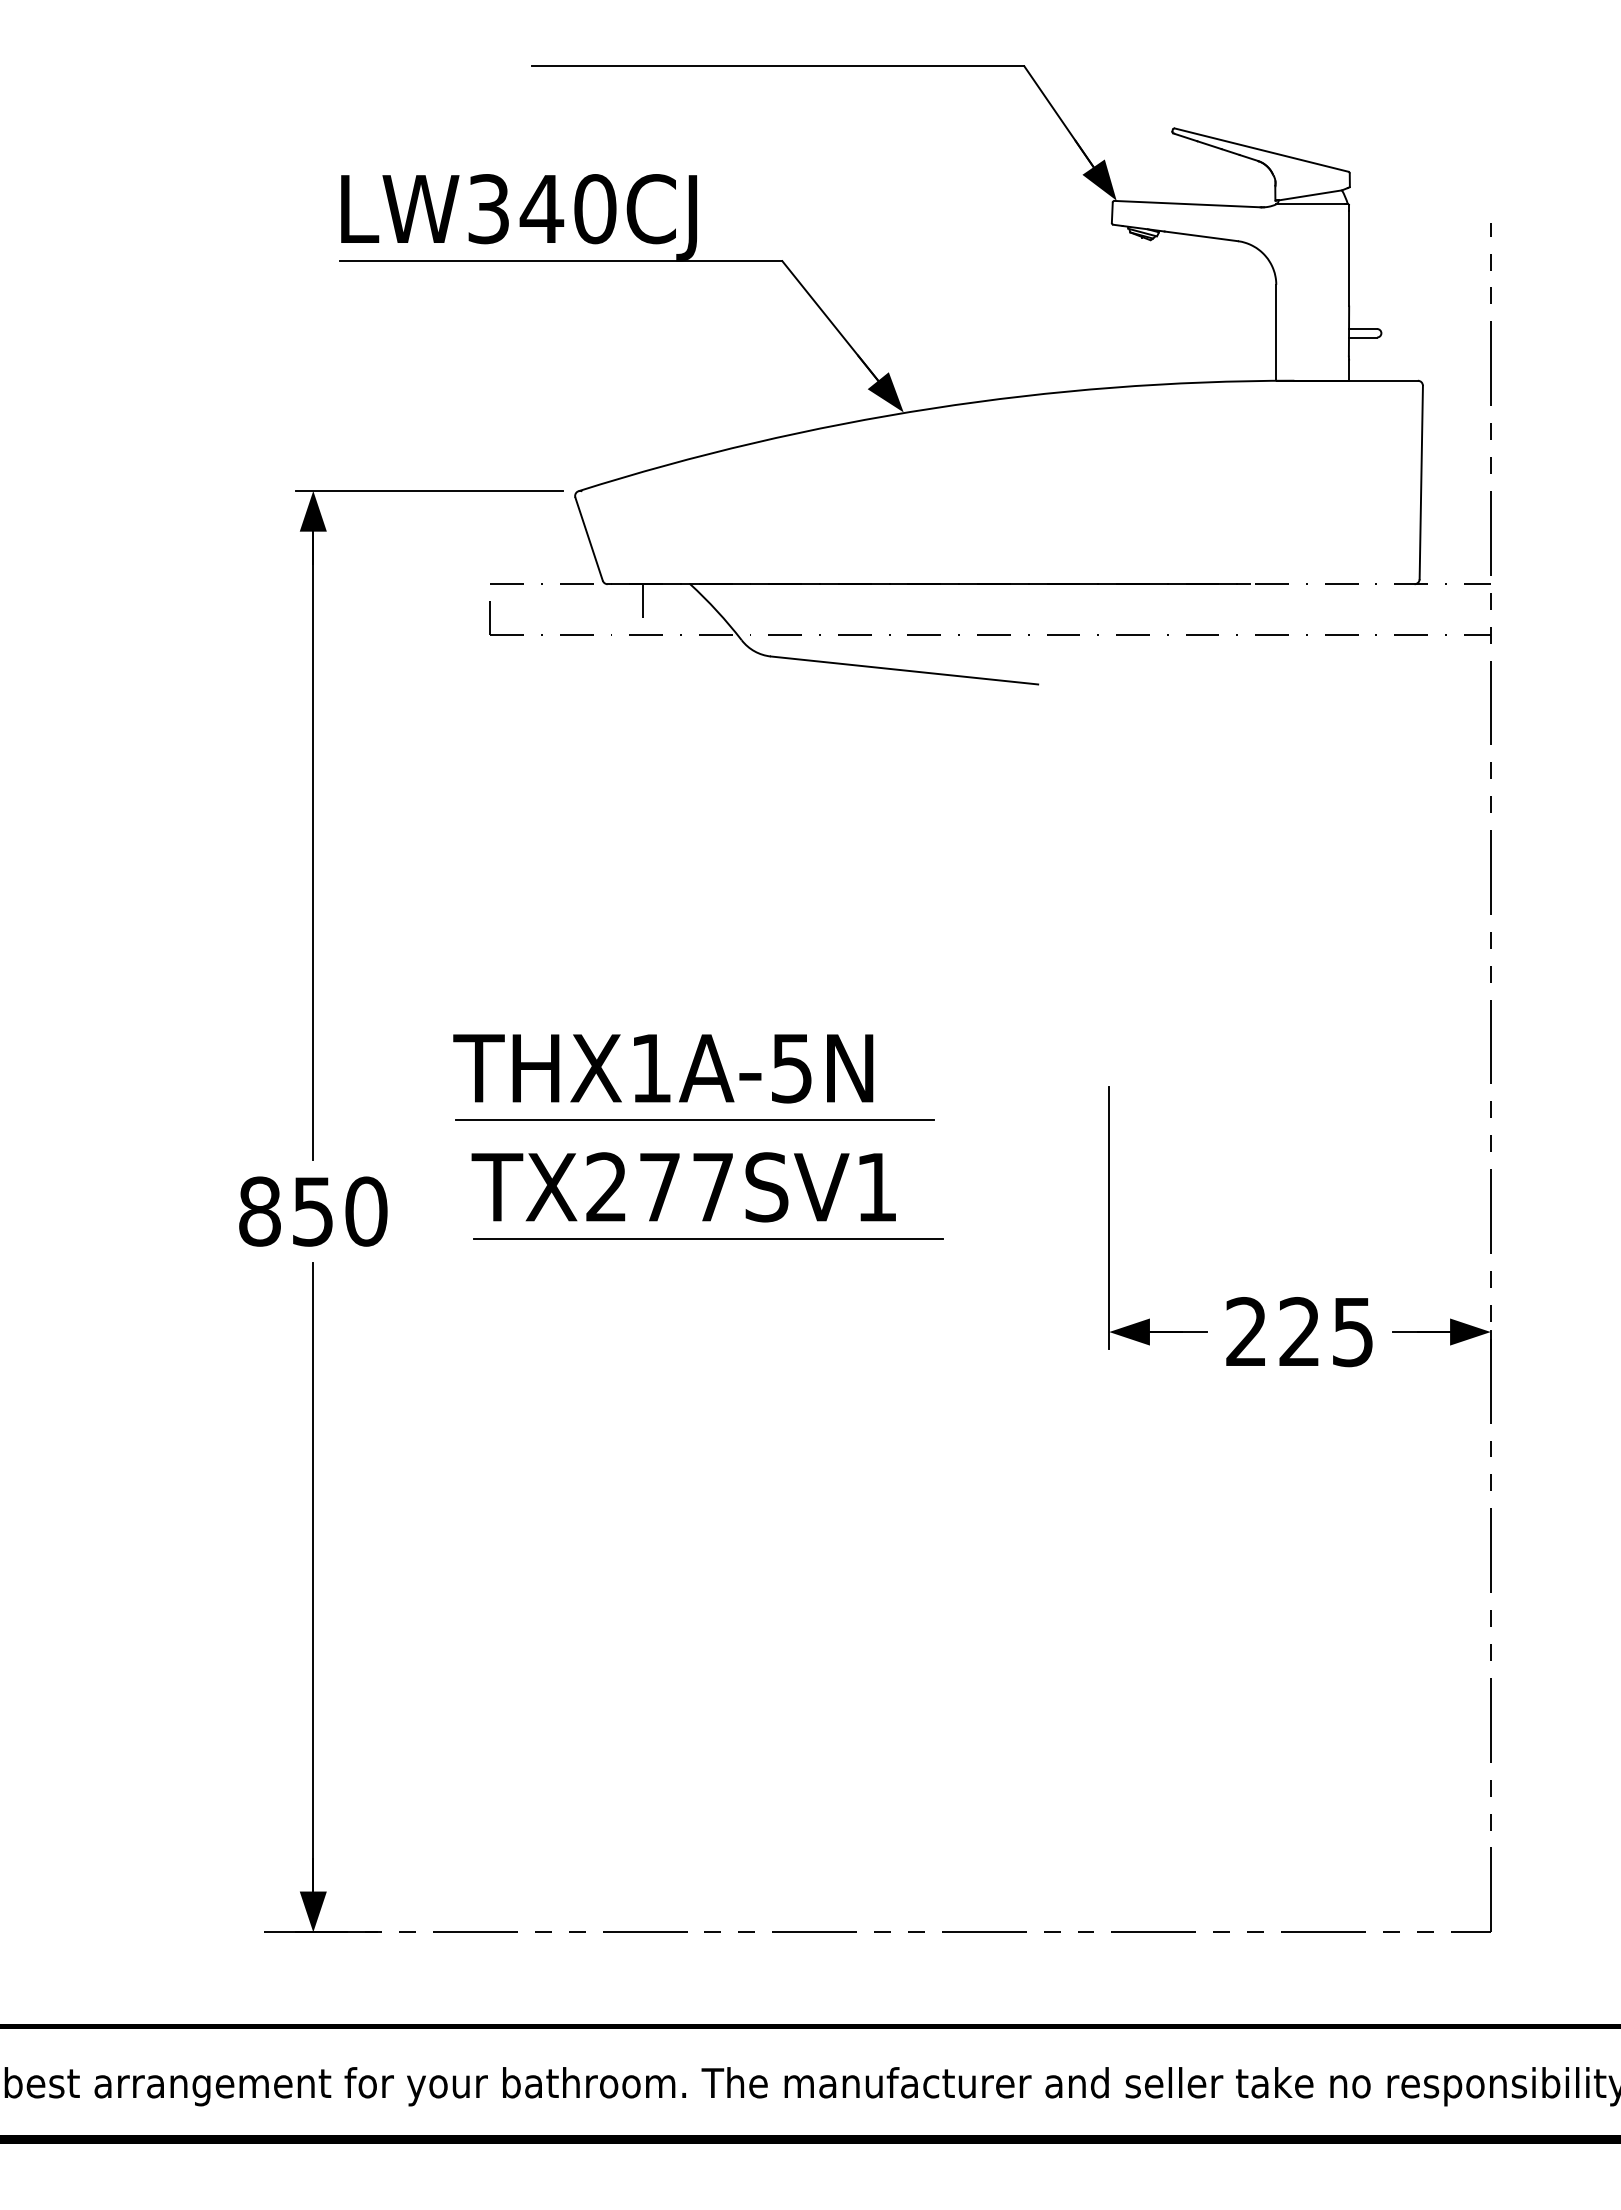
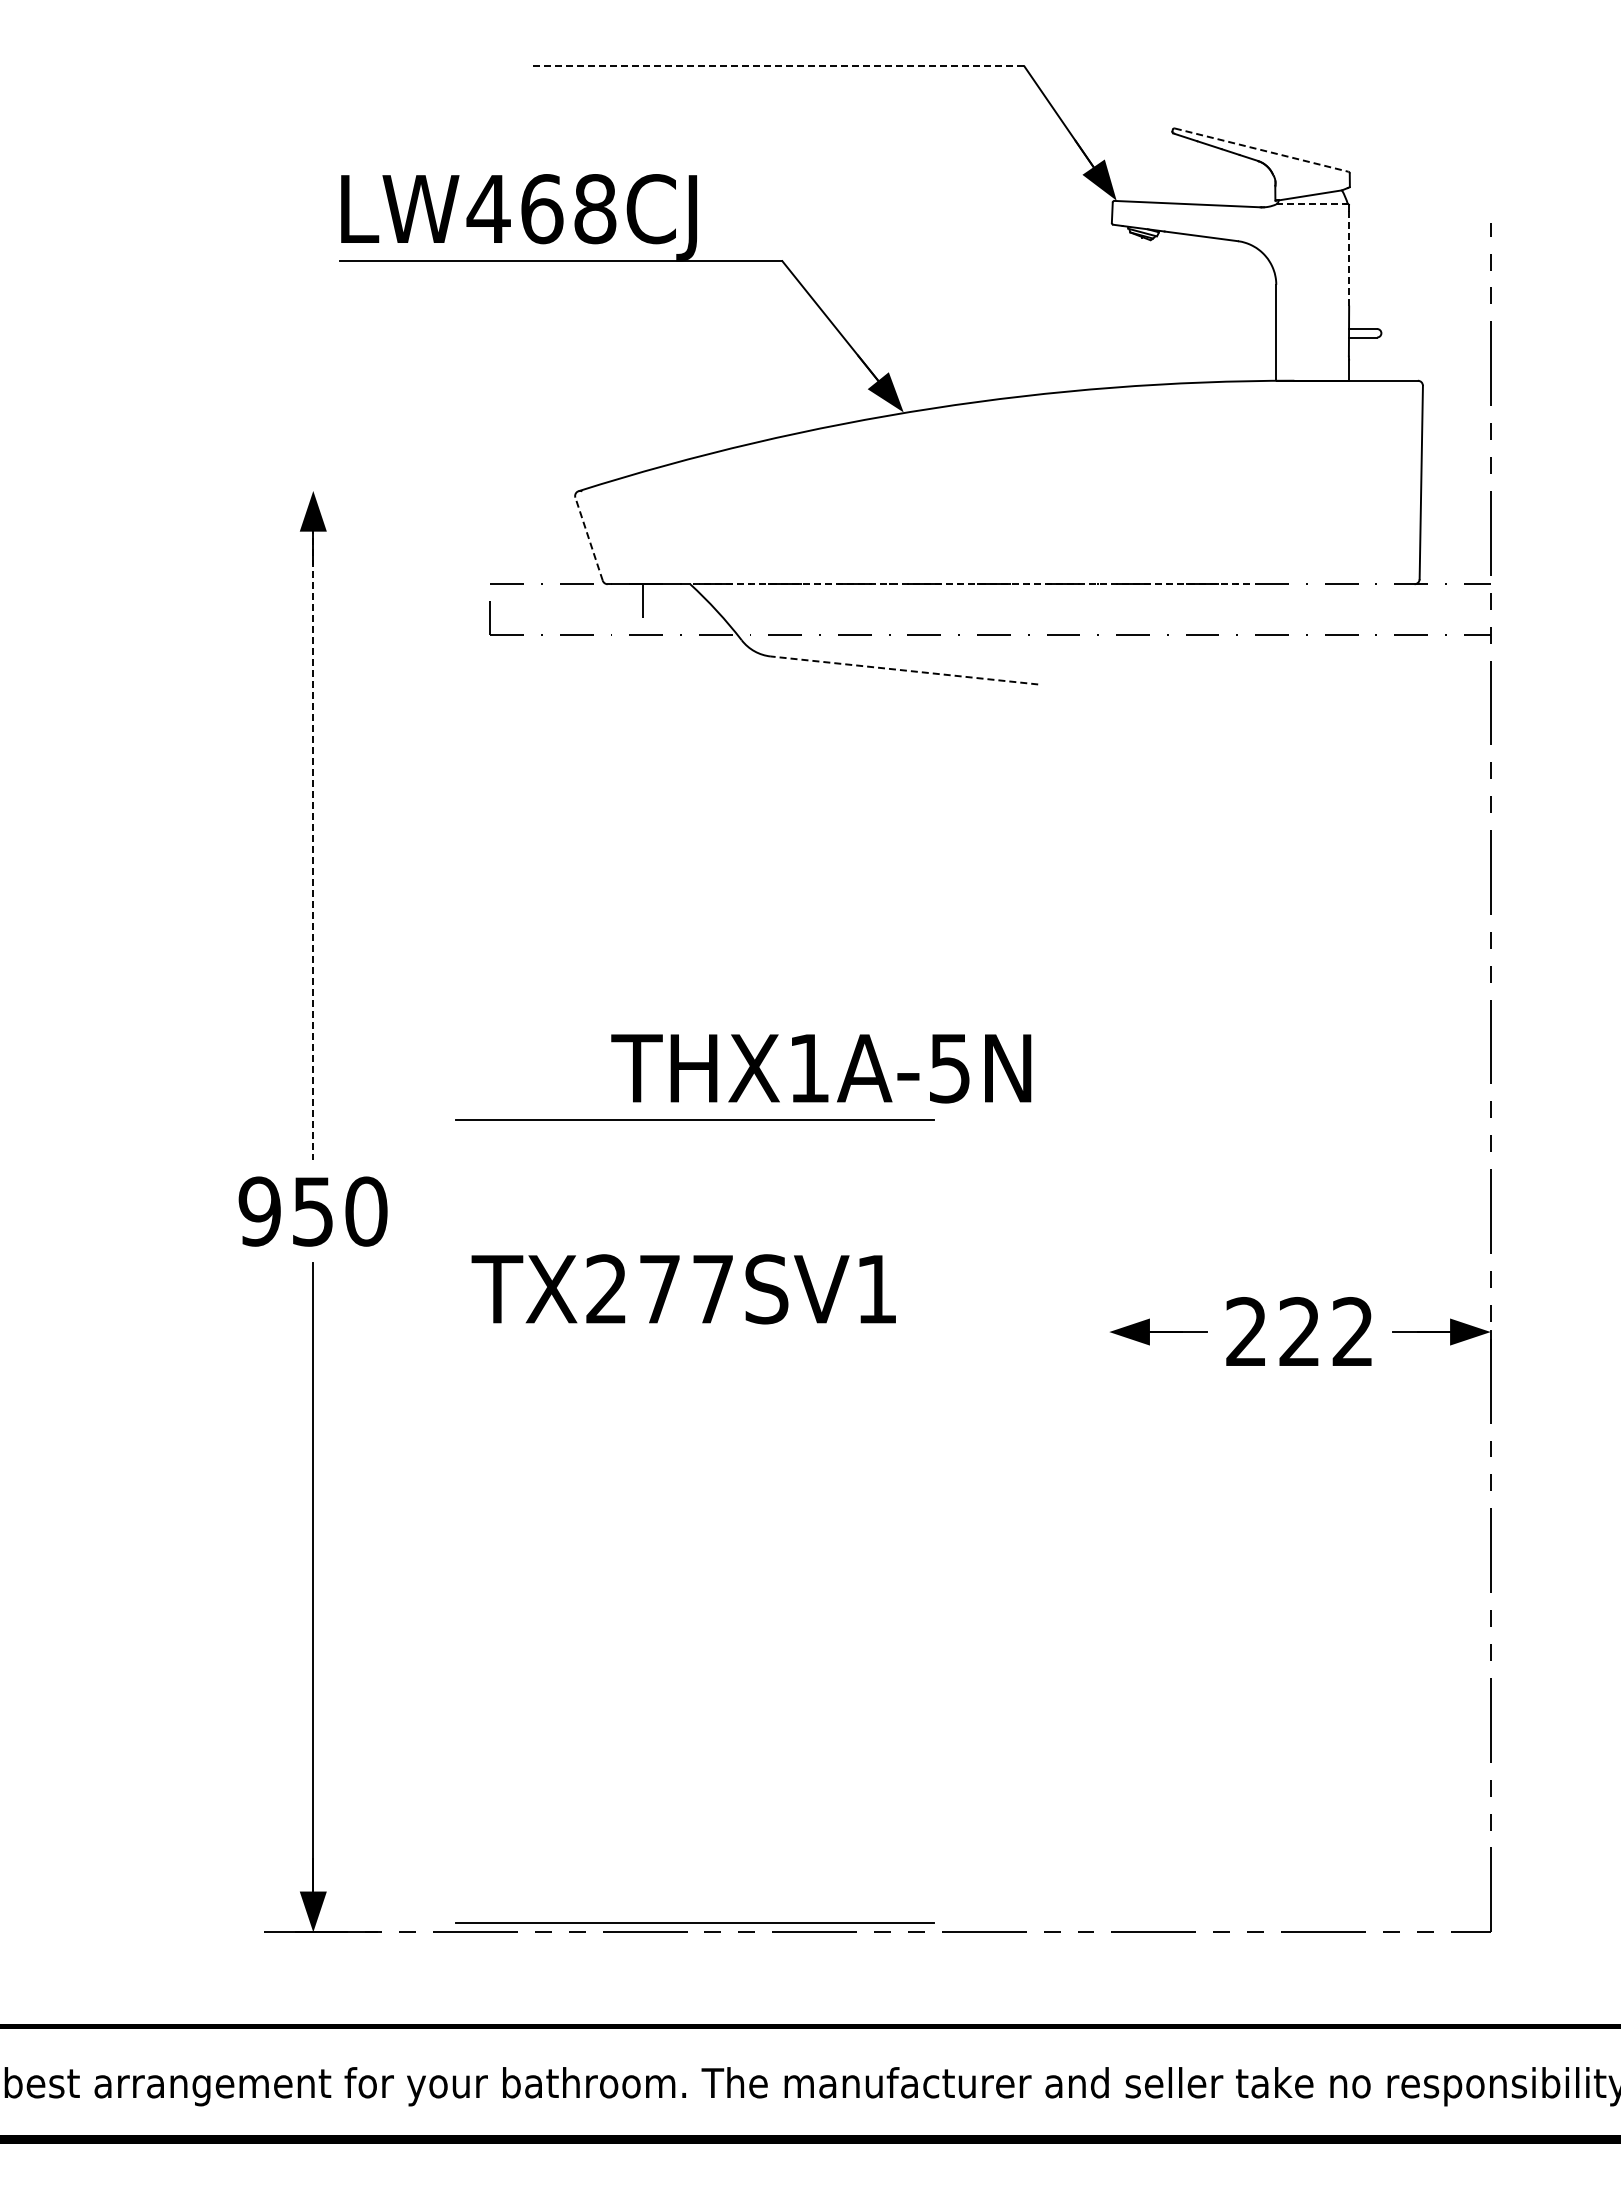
line at (777, 66): solid -> dashed
line at (1262, 150): solid -> dashed
line at (1312, 204): solid -> dashed
text at (541, 209): LW340CJ -> LW468CJ
line at (1349, 258): solid -> dashed
line at (429, 490): present -> none
line at (589, 539): solid -> dashed
line at (970, 584): solid -> dashed
line at (904, 670): solid -> dashed
line at (313, 832): solid -> dashed
text at (663, 1068) position: (663, 1068) -> (821, 1068)
text at (683, 1187) position: (683, 1187) -> (683, 1289)
text at (259, 1211): 850 -> 950
line at (1109, 1218): present -> none
line at (708, 1239): present -> none
text at (1352, 1332): 225 -> 222
line at (694, 1922): none -> present
